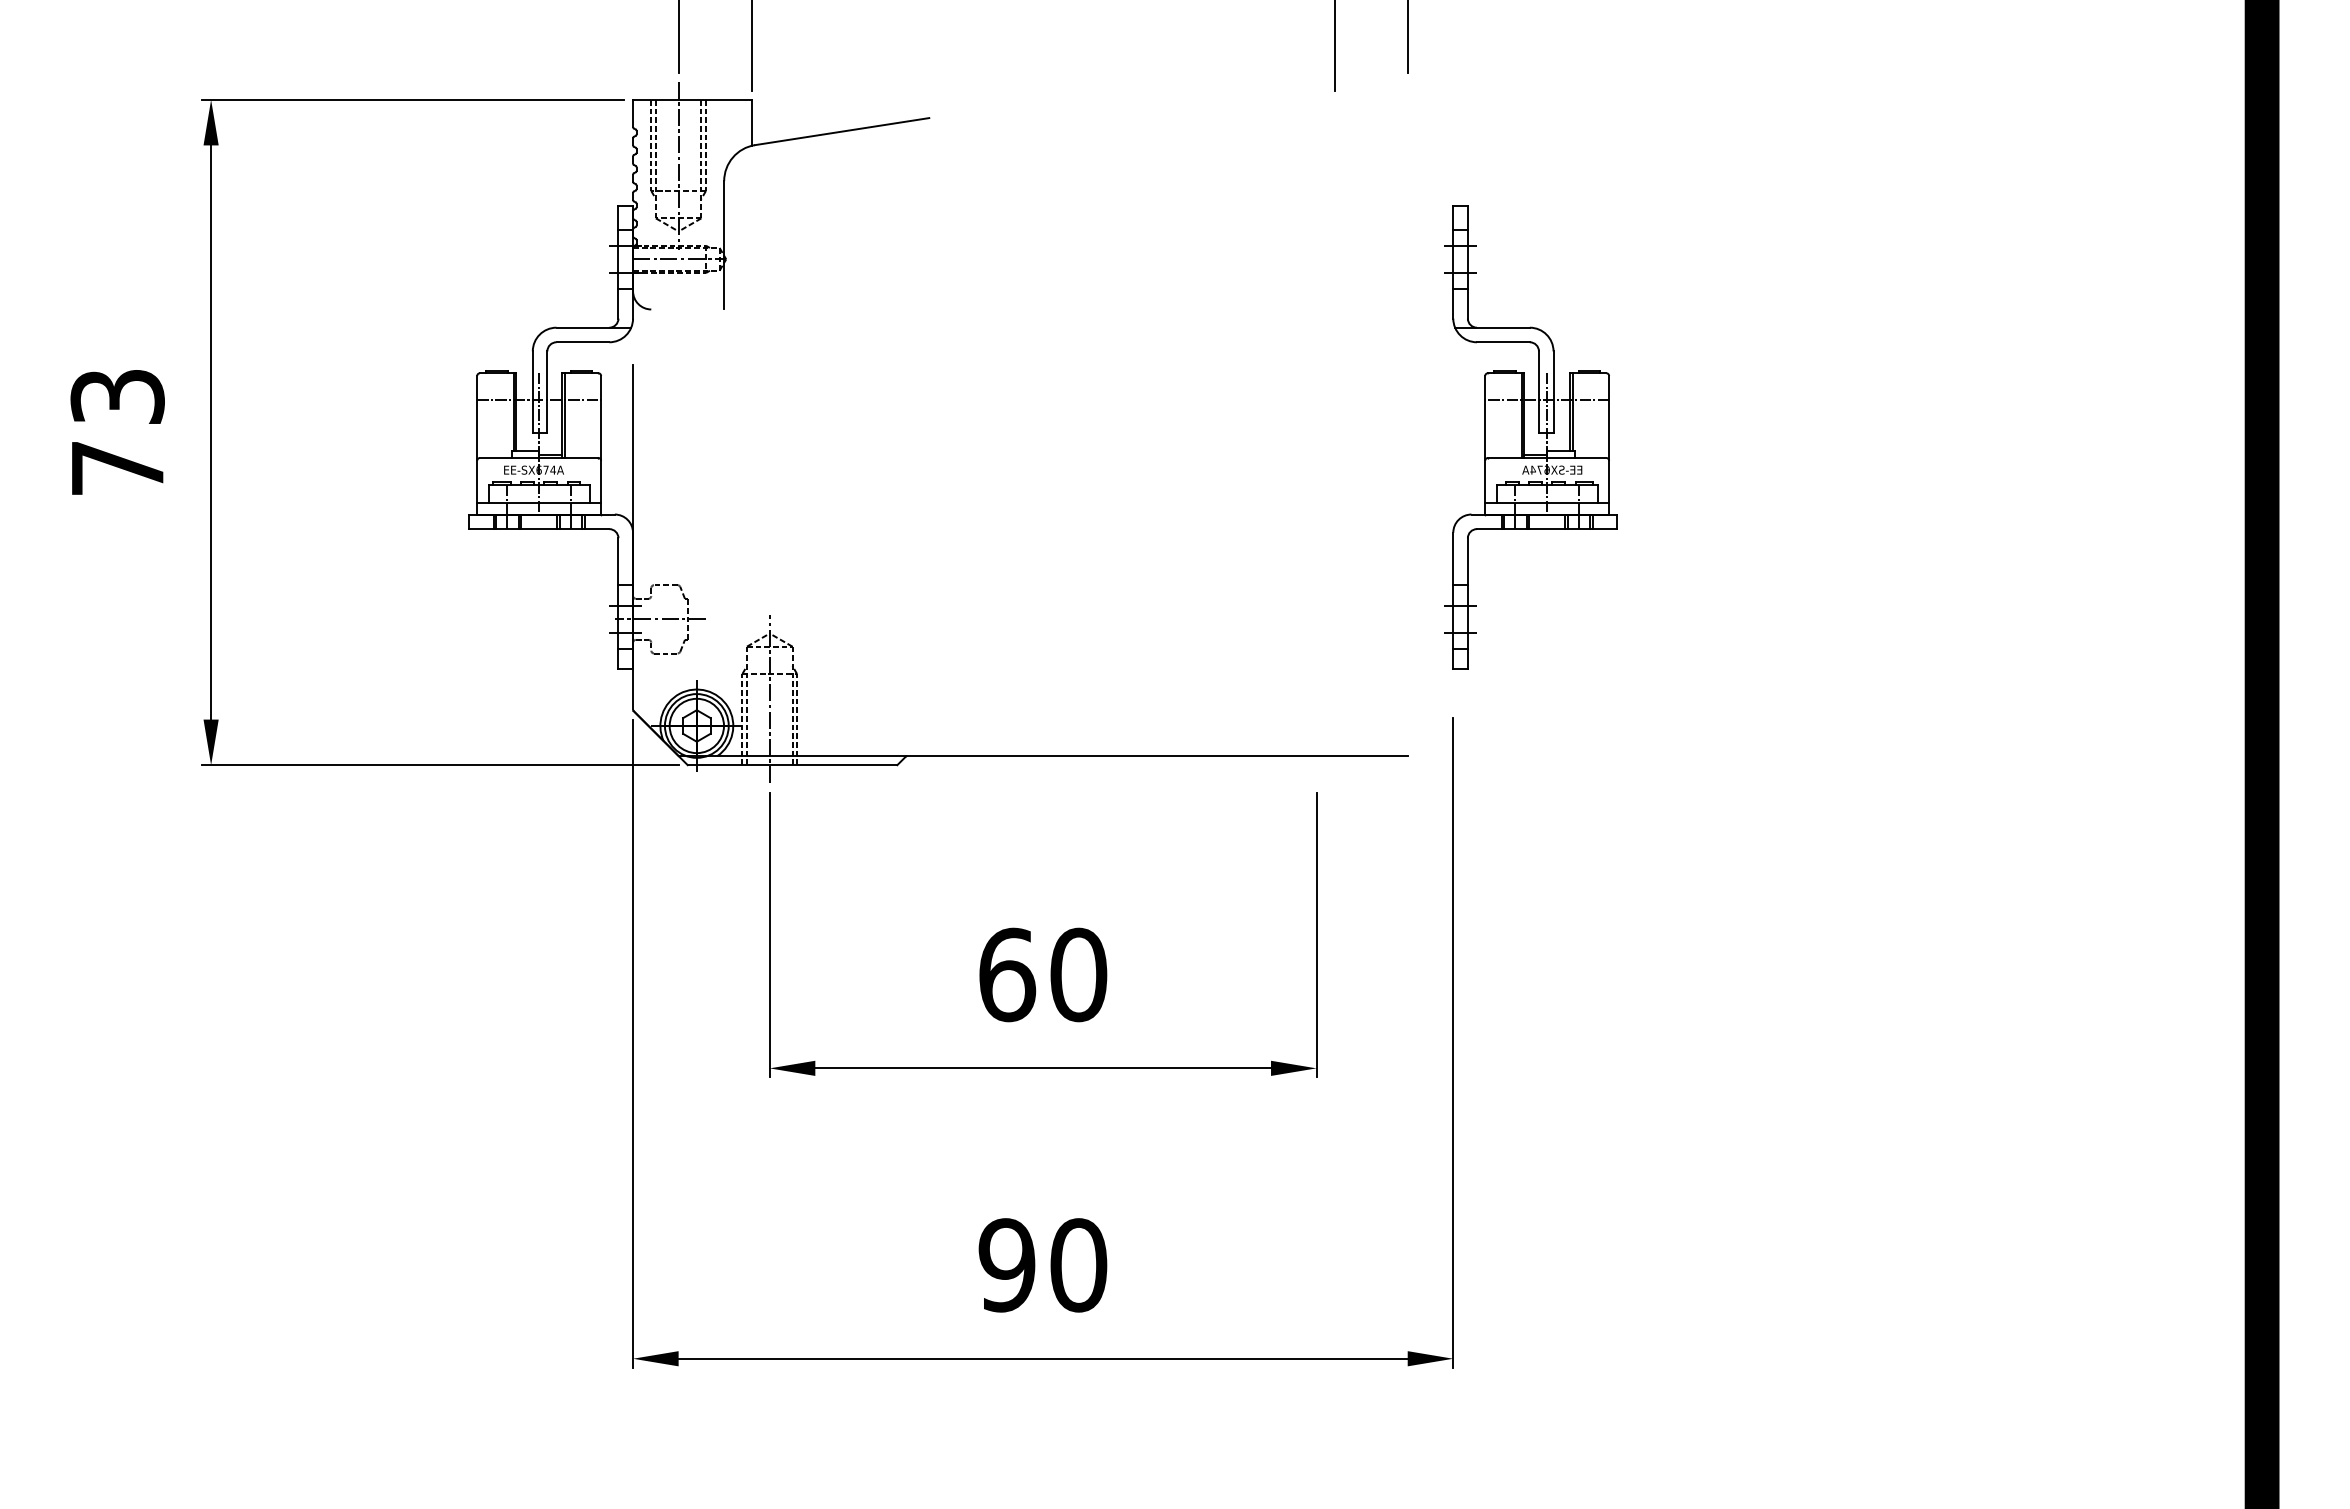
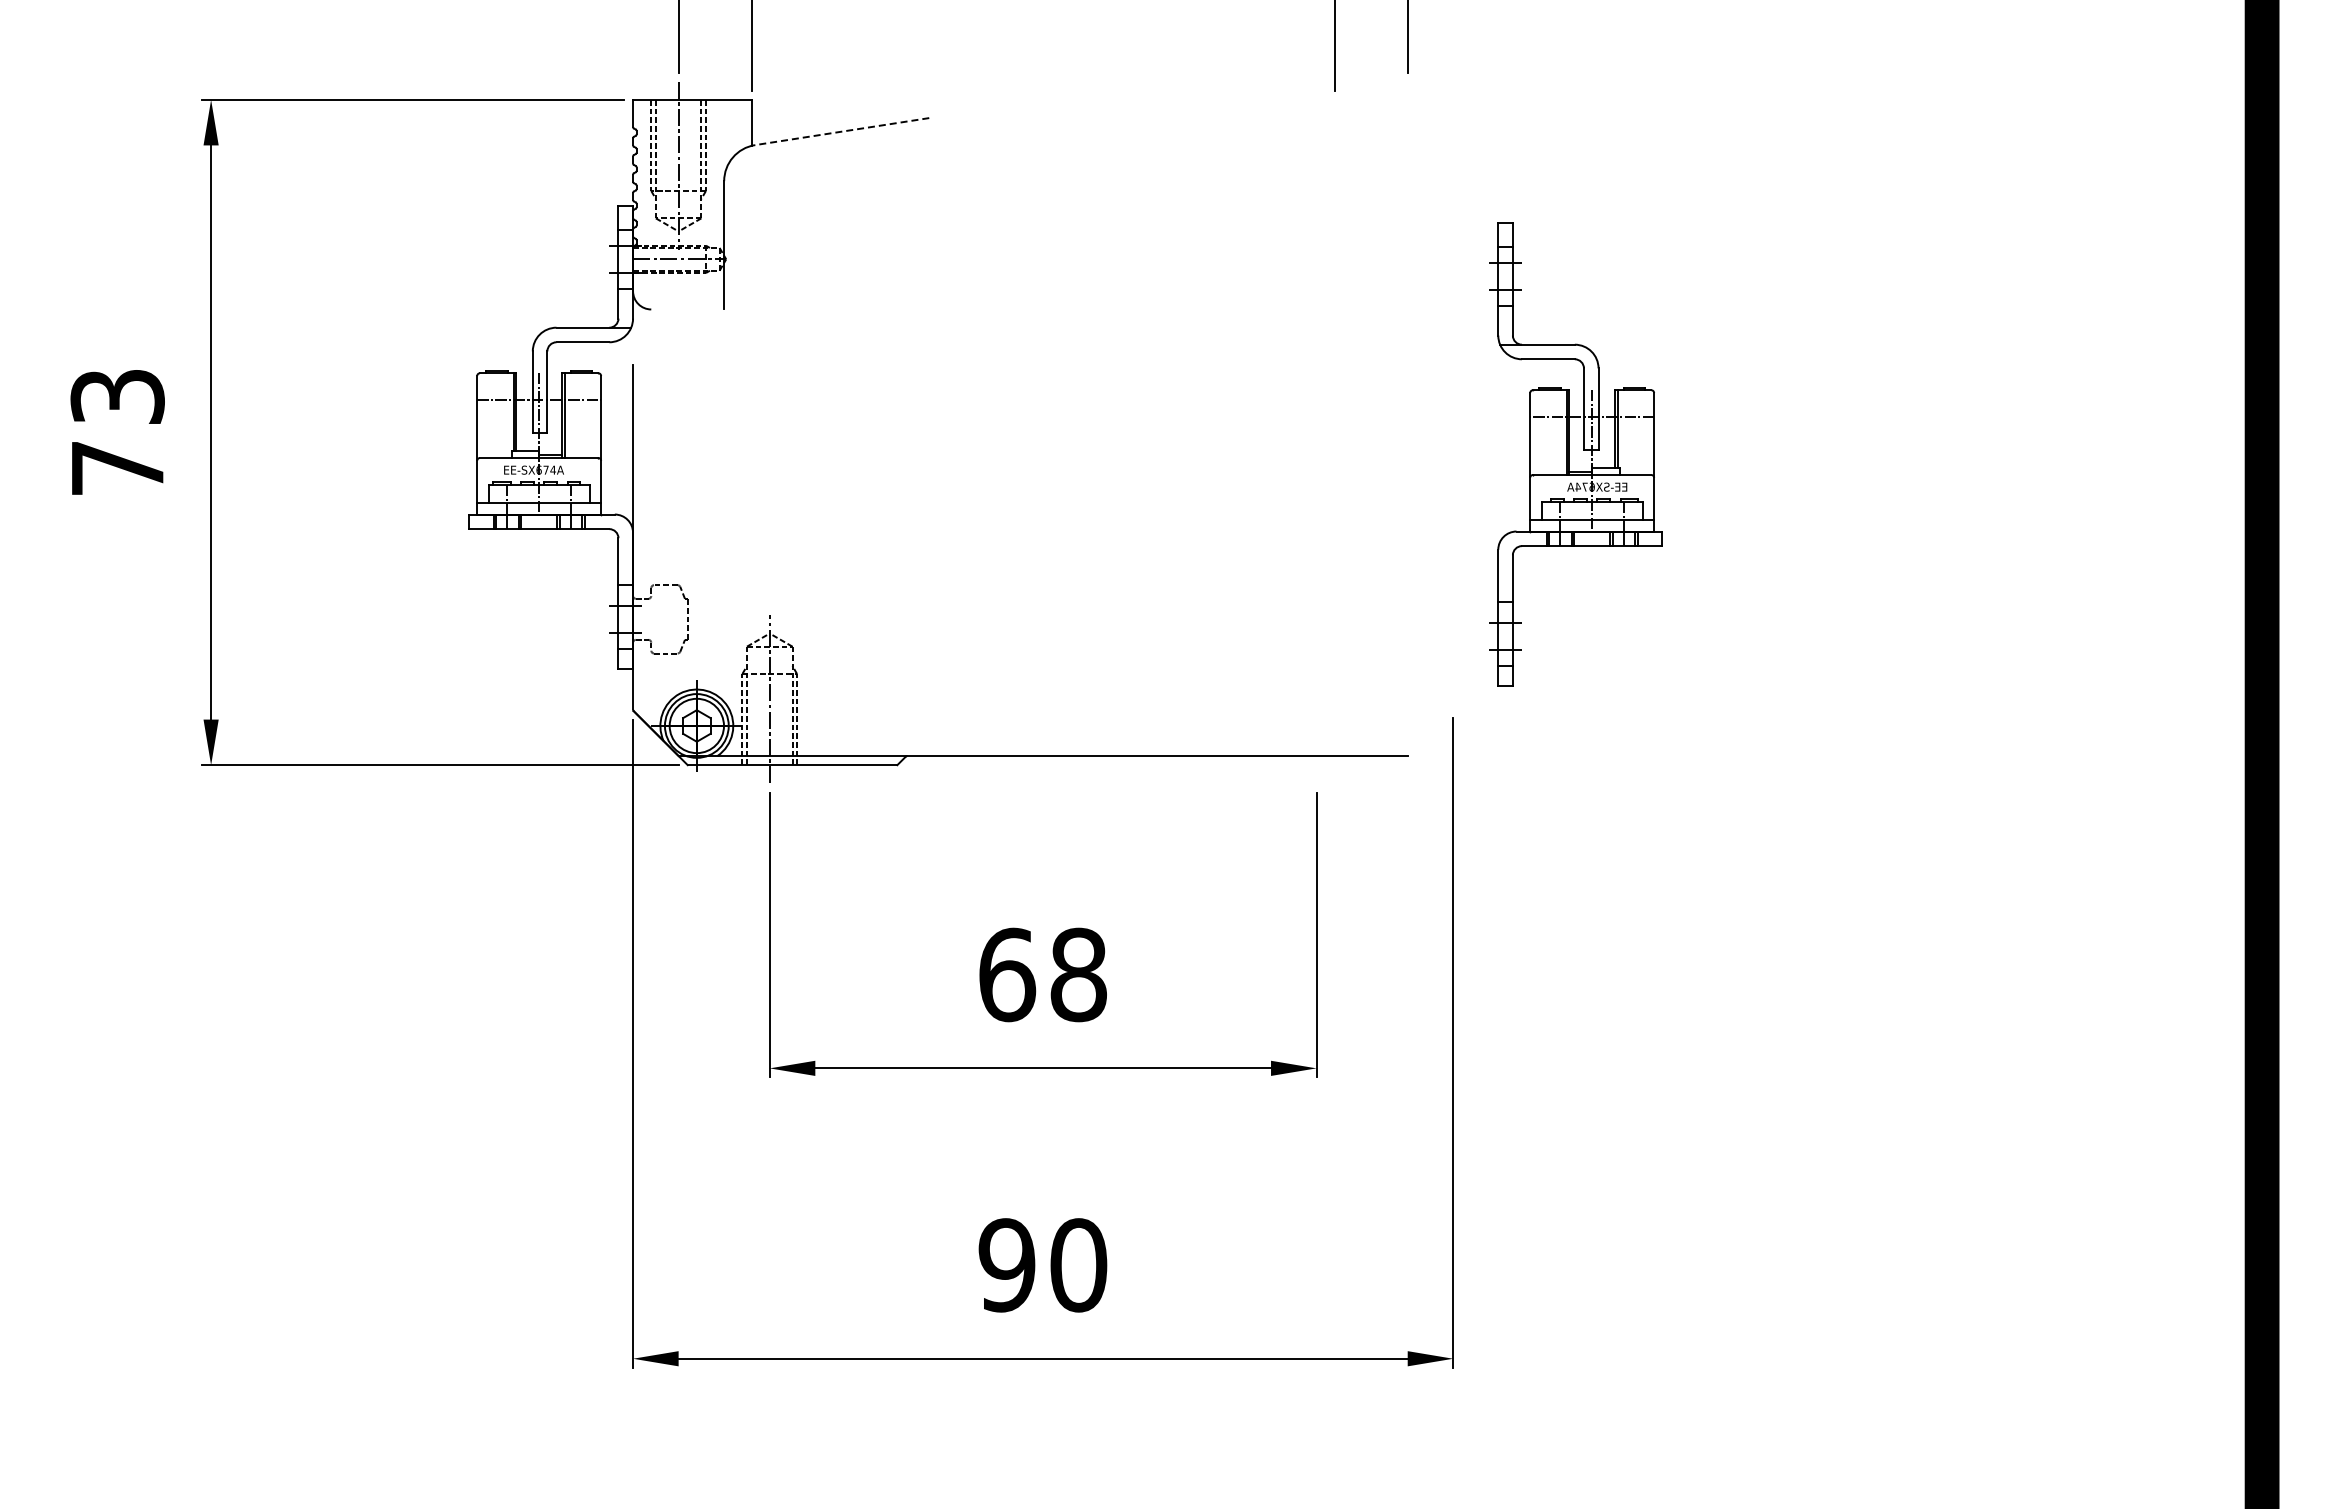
line at (841, 131): solid -> dashed
part at (1530, 437) position: (1530, 437) -> (1575, 454)
line at (659, 619): present -> none
text at (1078, 974): 60 -> 68
